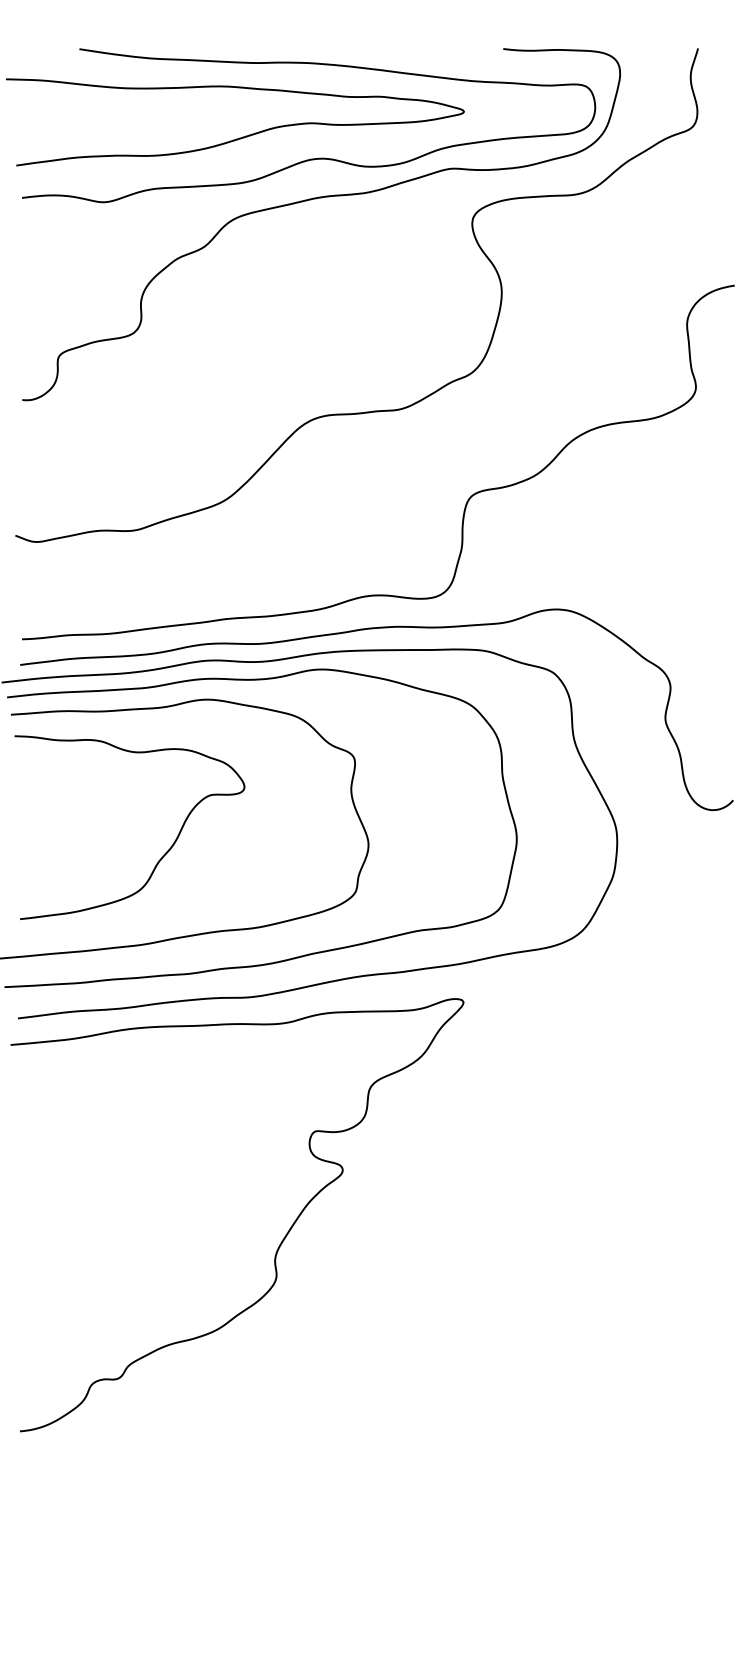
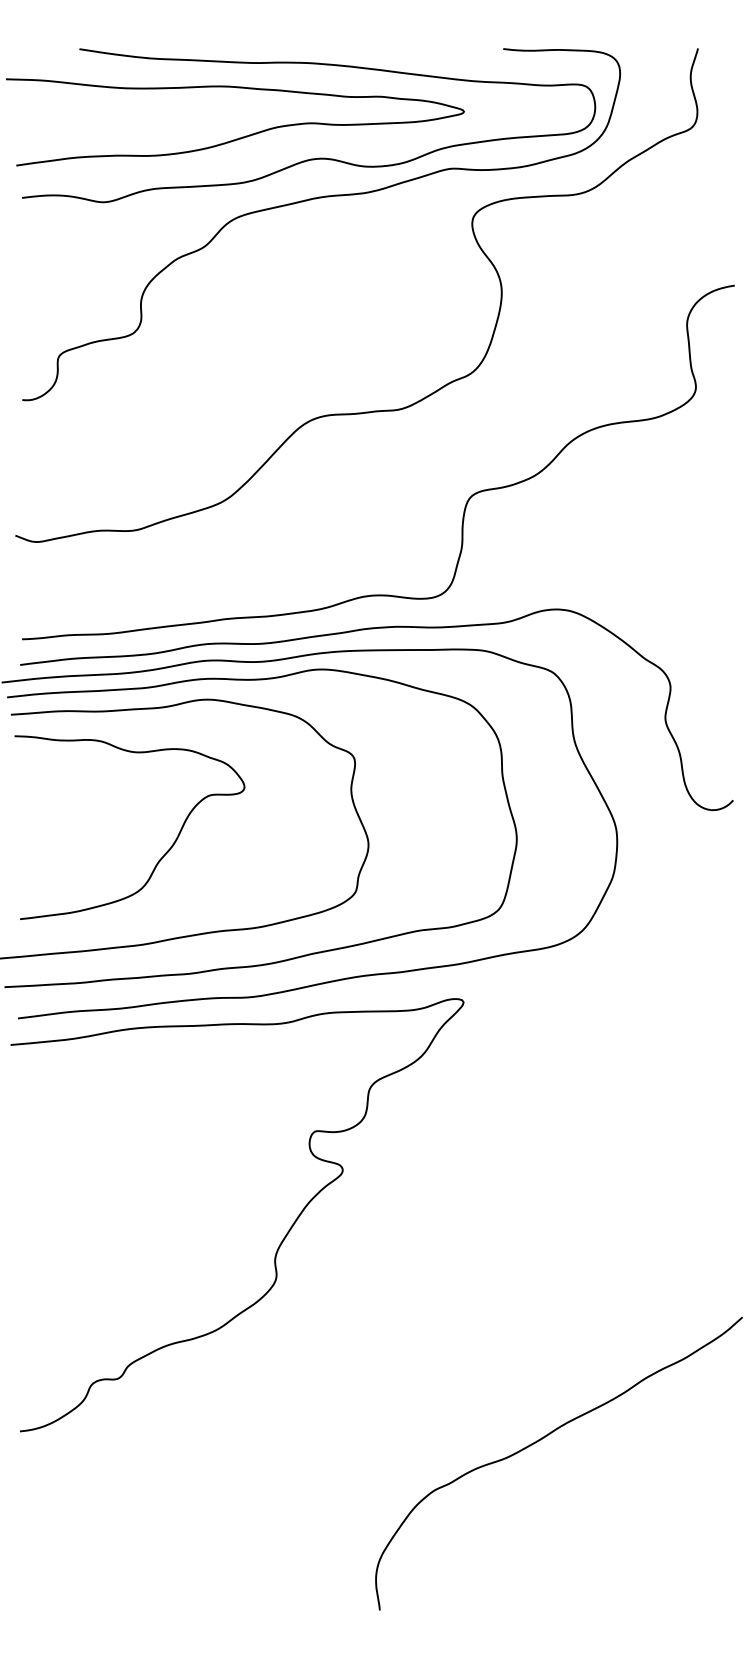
curve at (544, 1438): none -> present
